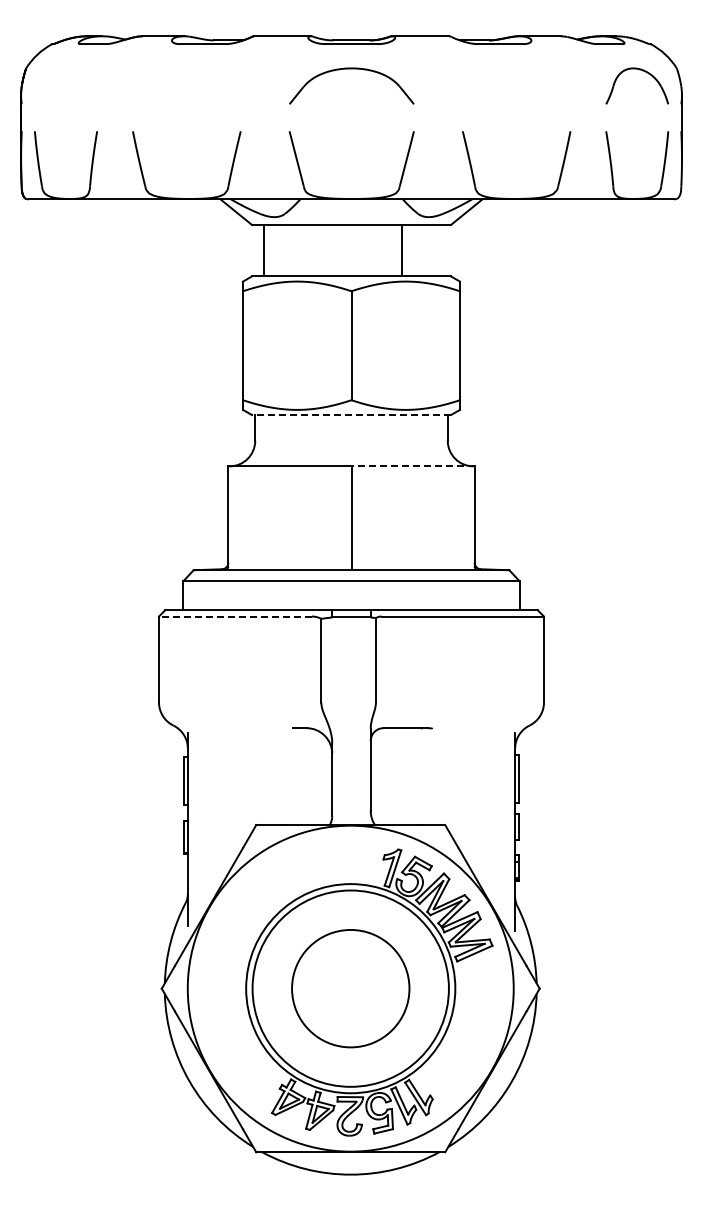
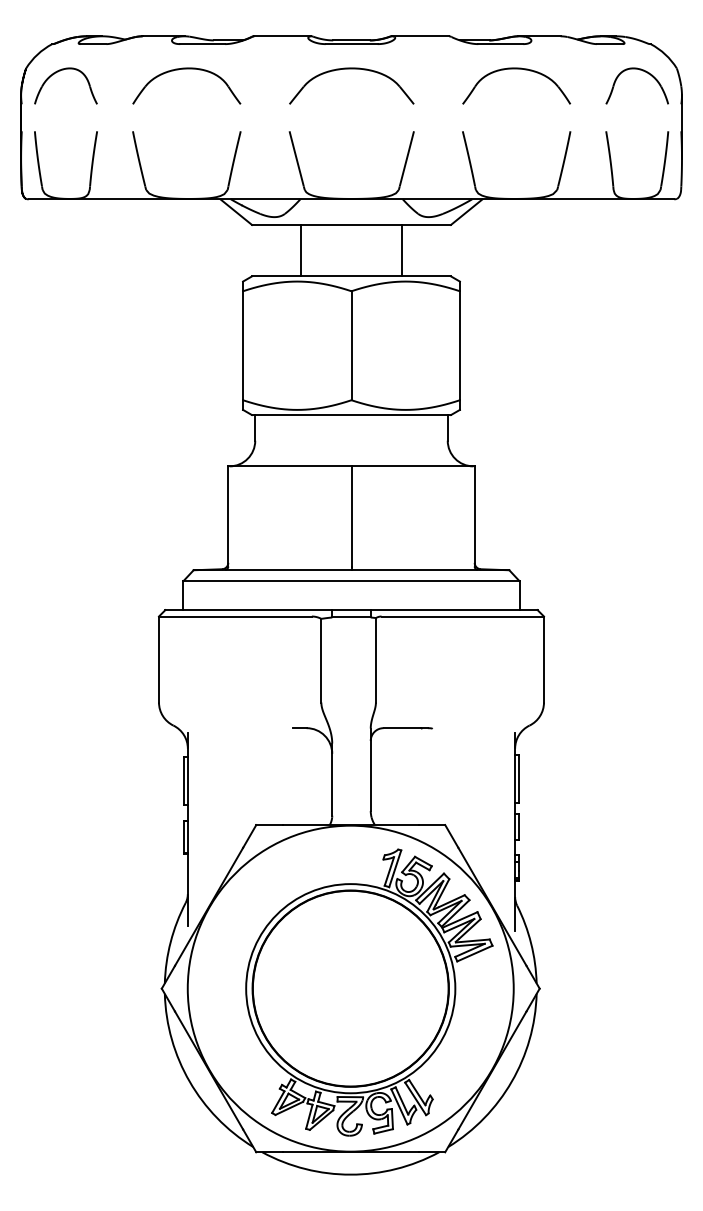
part at (186, 69): none -> present
part at (516, 69): none -> present
part at (58, 72): none -> present
line at (263, 250) position: (263, 250) -> (300, 250)
line at (351, 415): dashed -> solid
line at (413, 466): dashed -> solid
line at (234, 616): dashed -> solid
circle at (350, 988) diameter: 117 px -> 196 px
